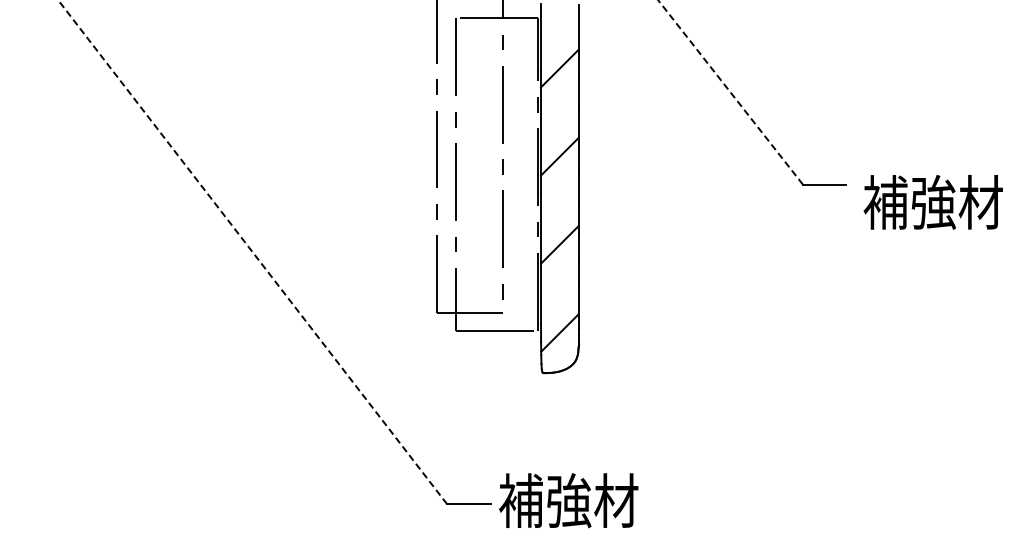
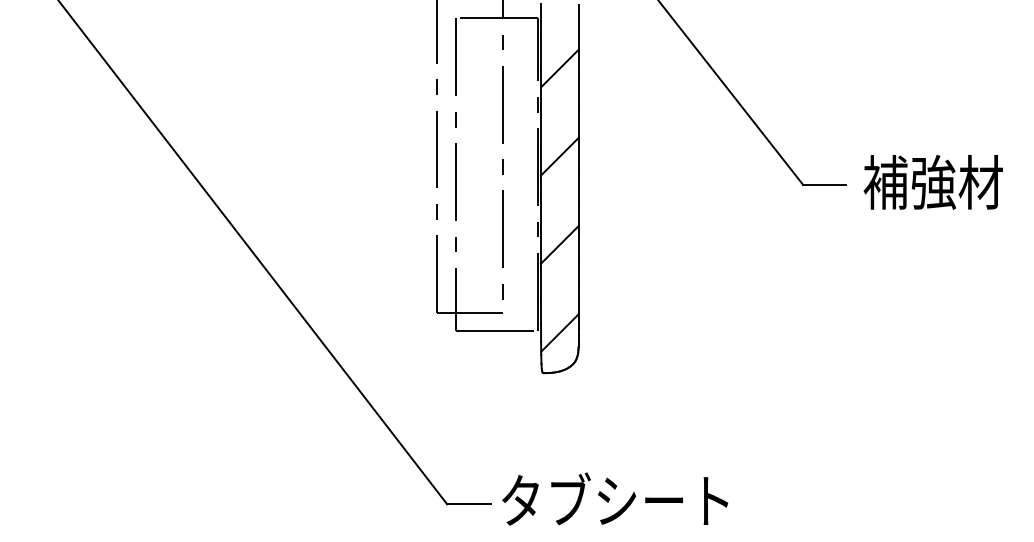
line at (730, 92): dashed -> solid
text at (932, 202) position: (932, 202) -> (932, 182)
line at (252, 251): dashed -> solid
text at (613, 500): 補強材 -> タブシート
